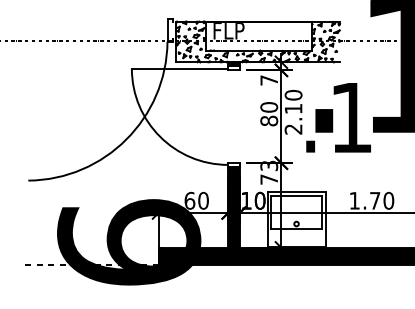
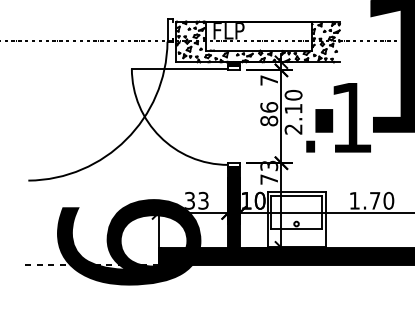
text at (268, 107): 80 -> 86
text at (196, 200): 60 -> 33
